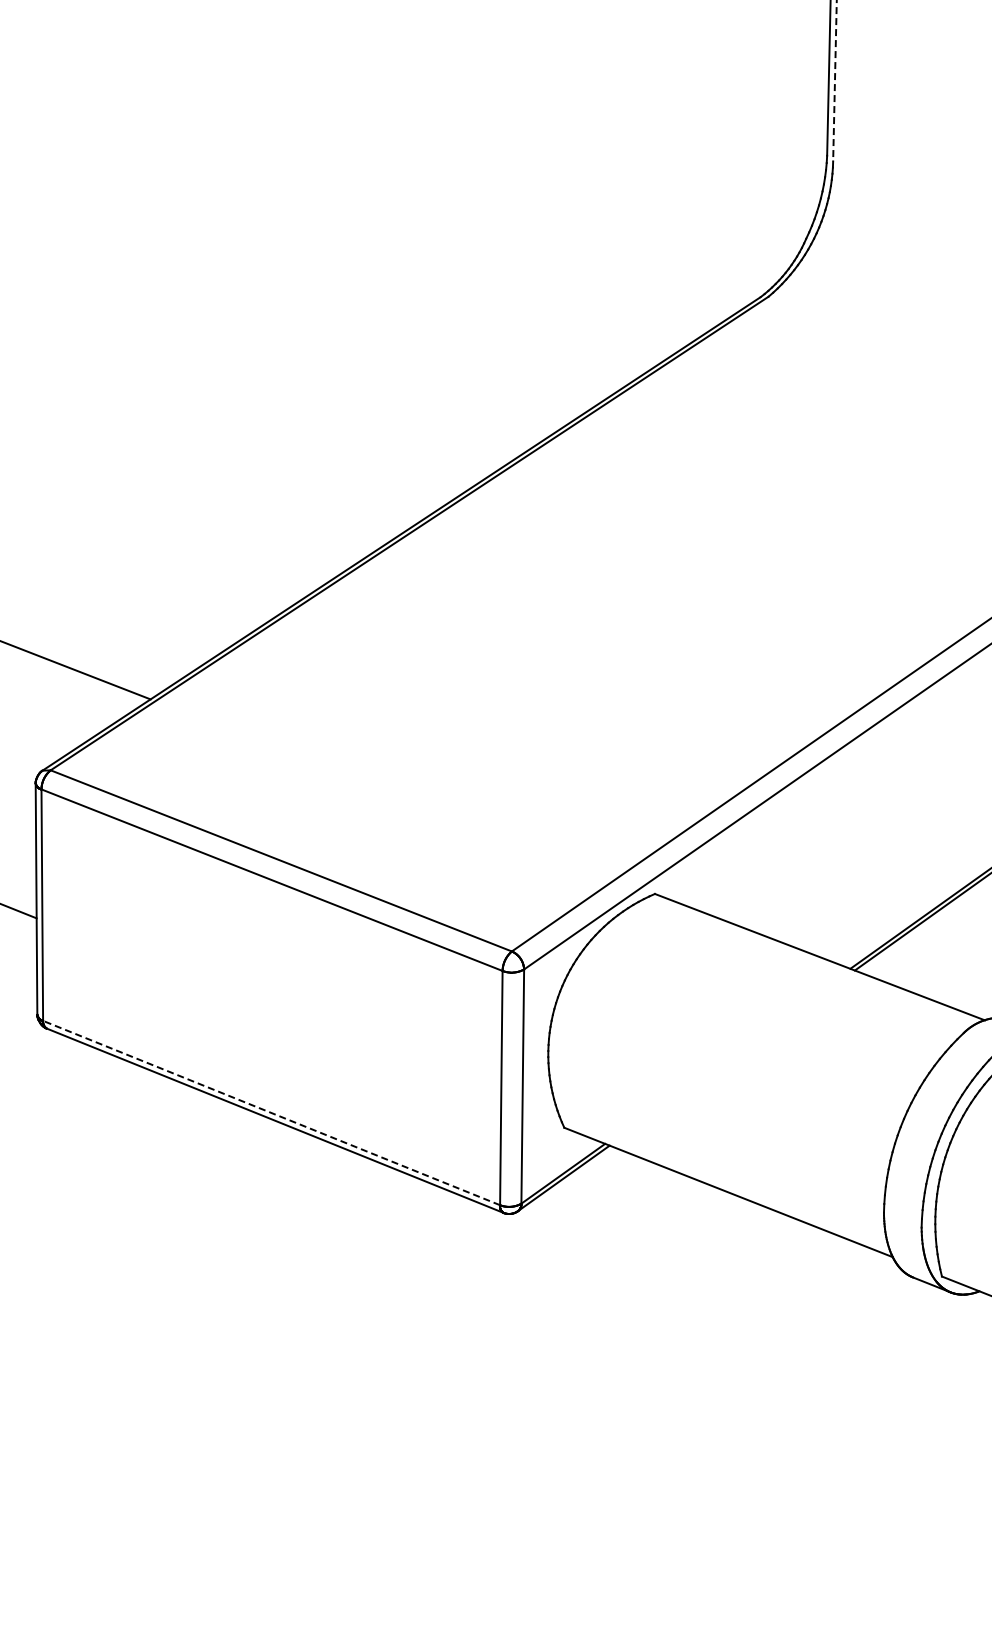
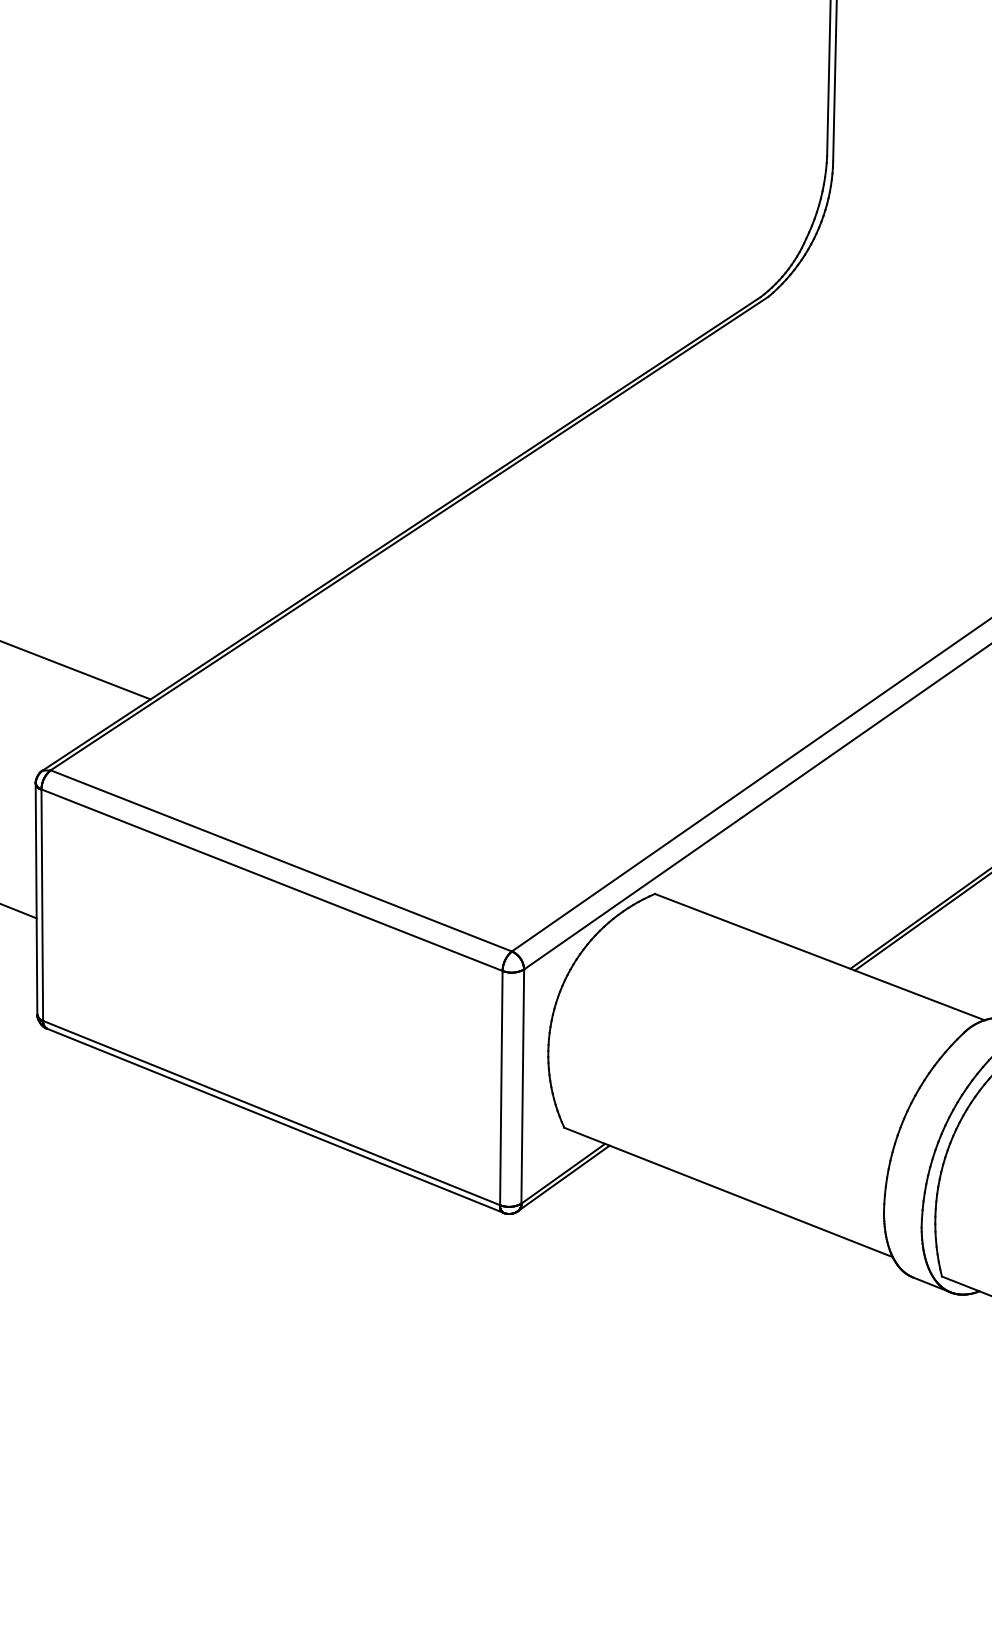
line at (834, 81): dashed -> solid
line at (271, 1112): dashed -> solid
